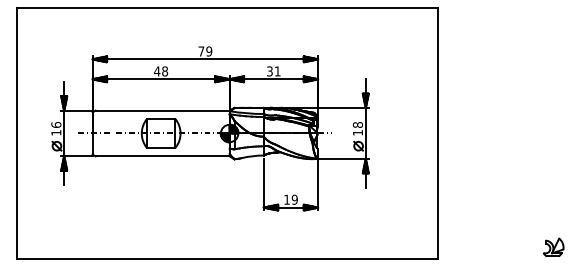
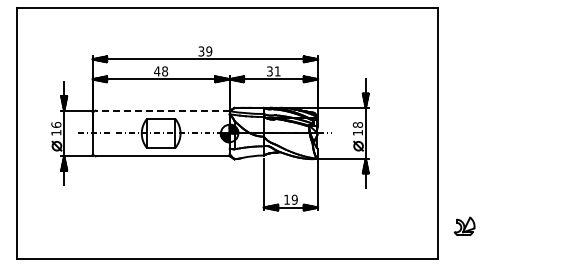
text at (201, 51): 79 -> 39
line at (162, 110): solid -> dashed
part at (553, 246) position: (553, 246) -> (464, 225)
